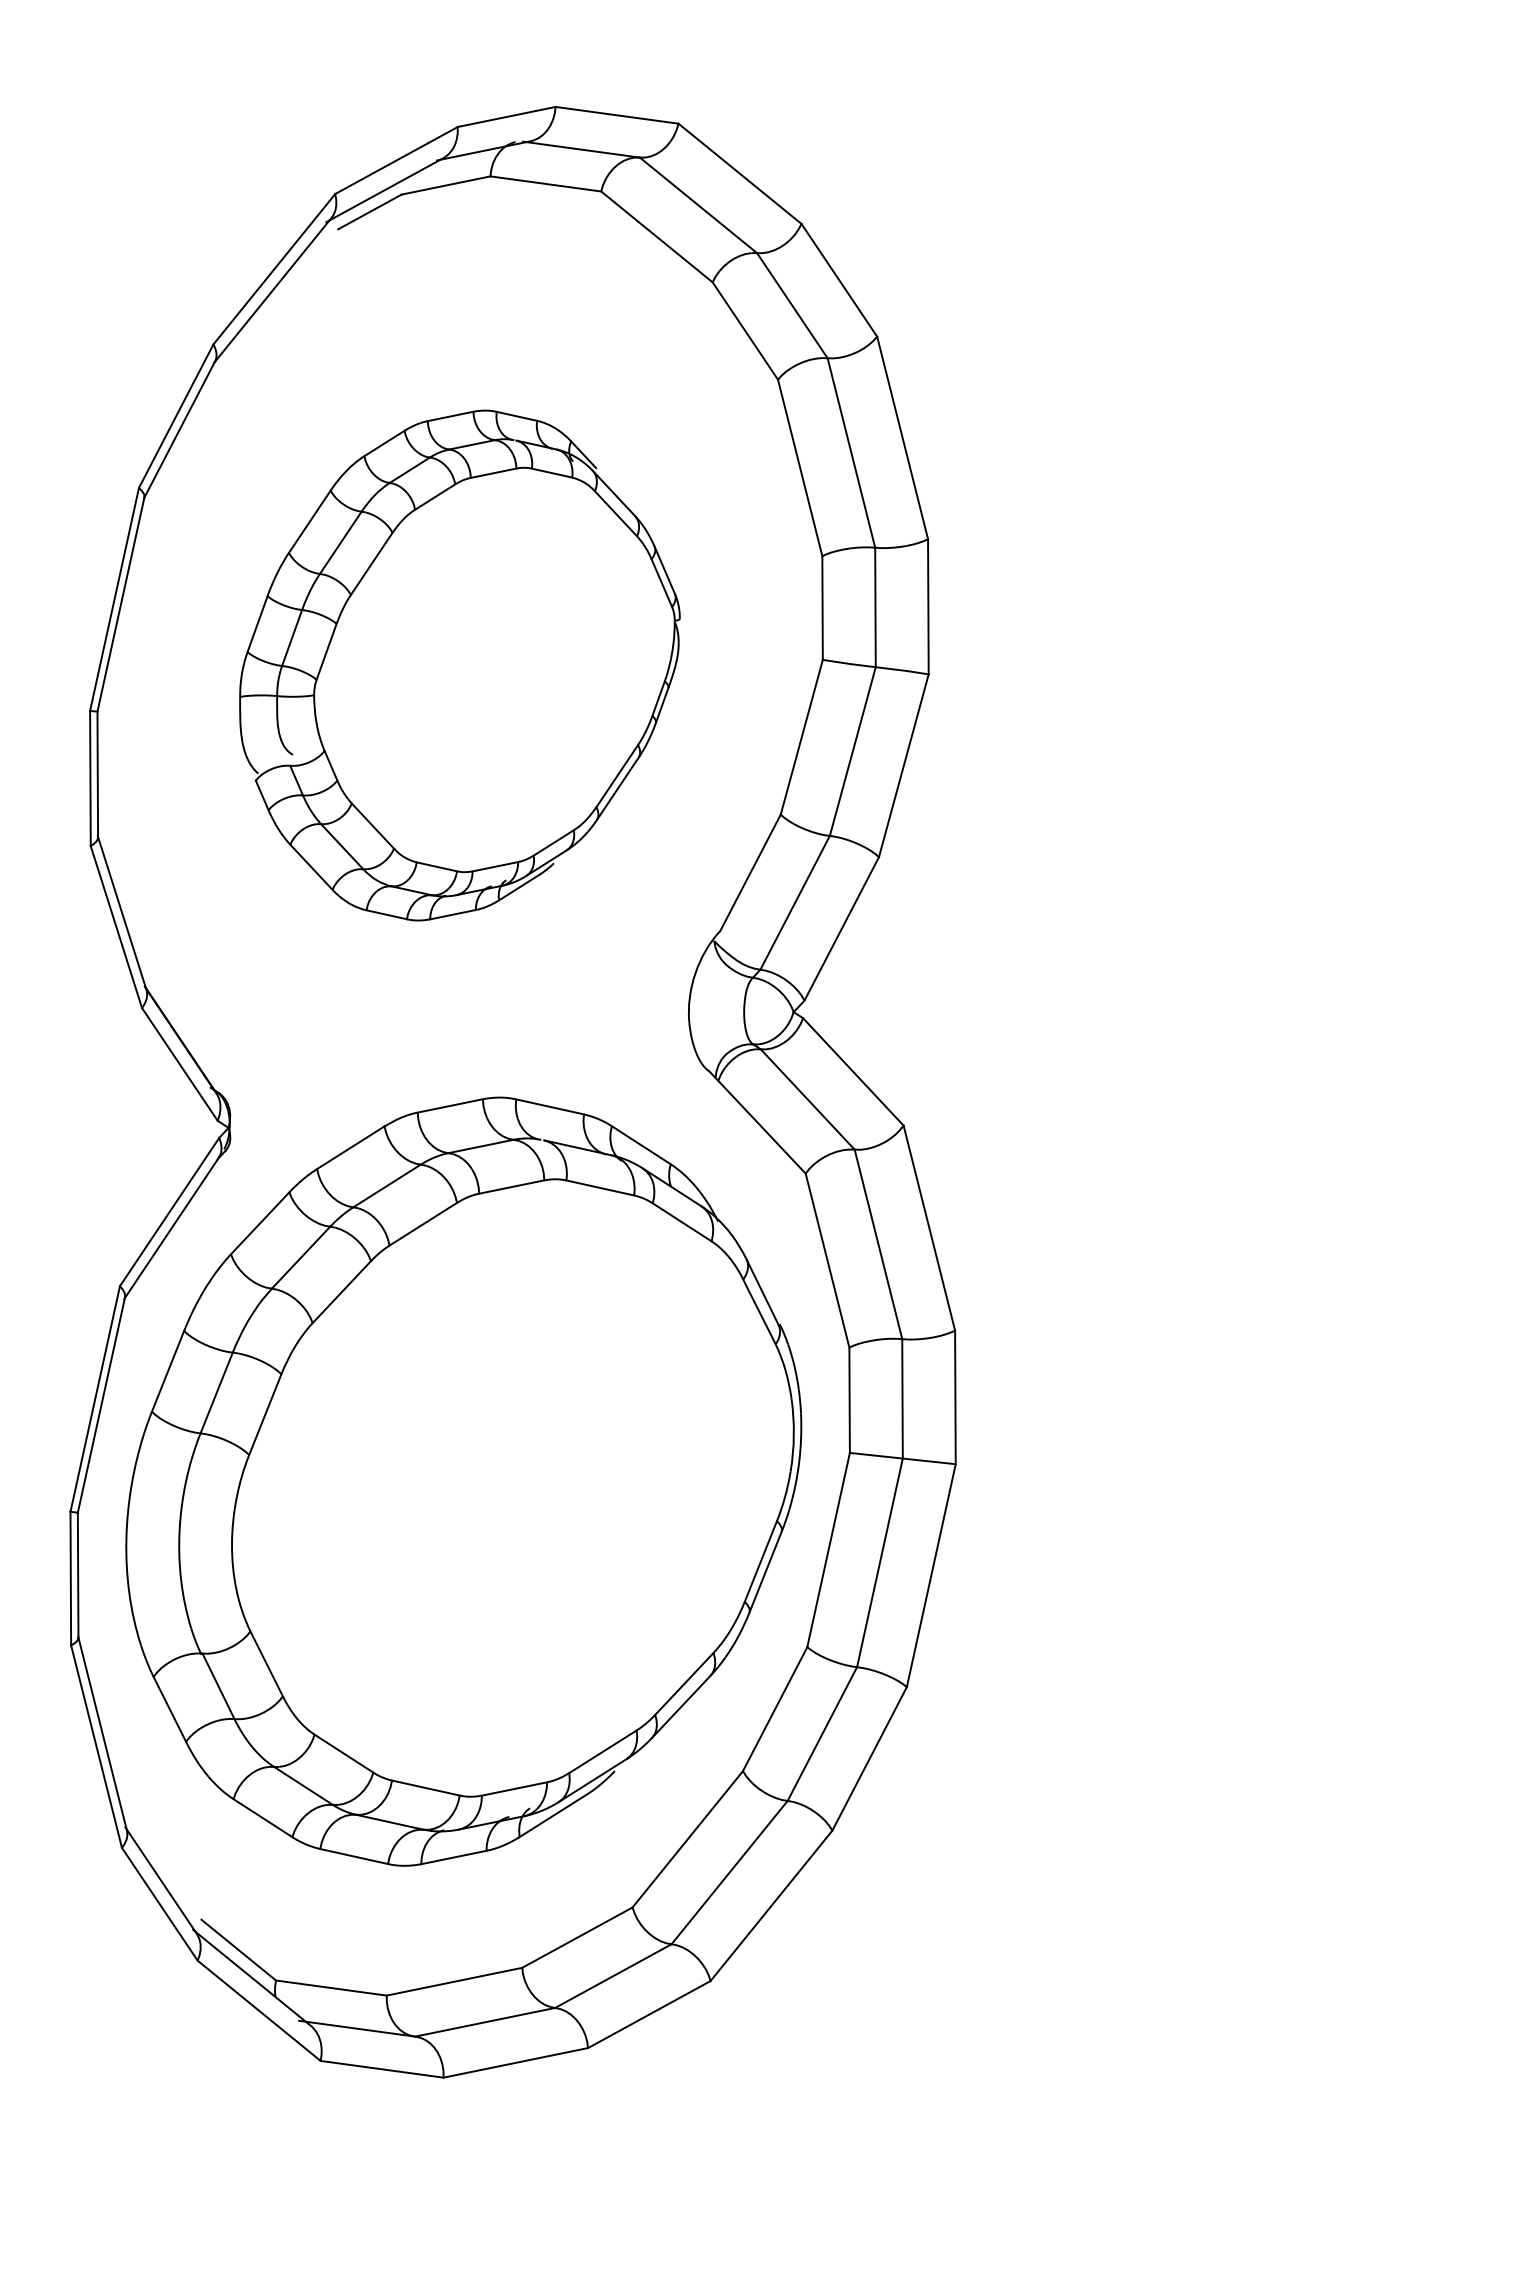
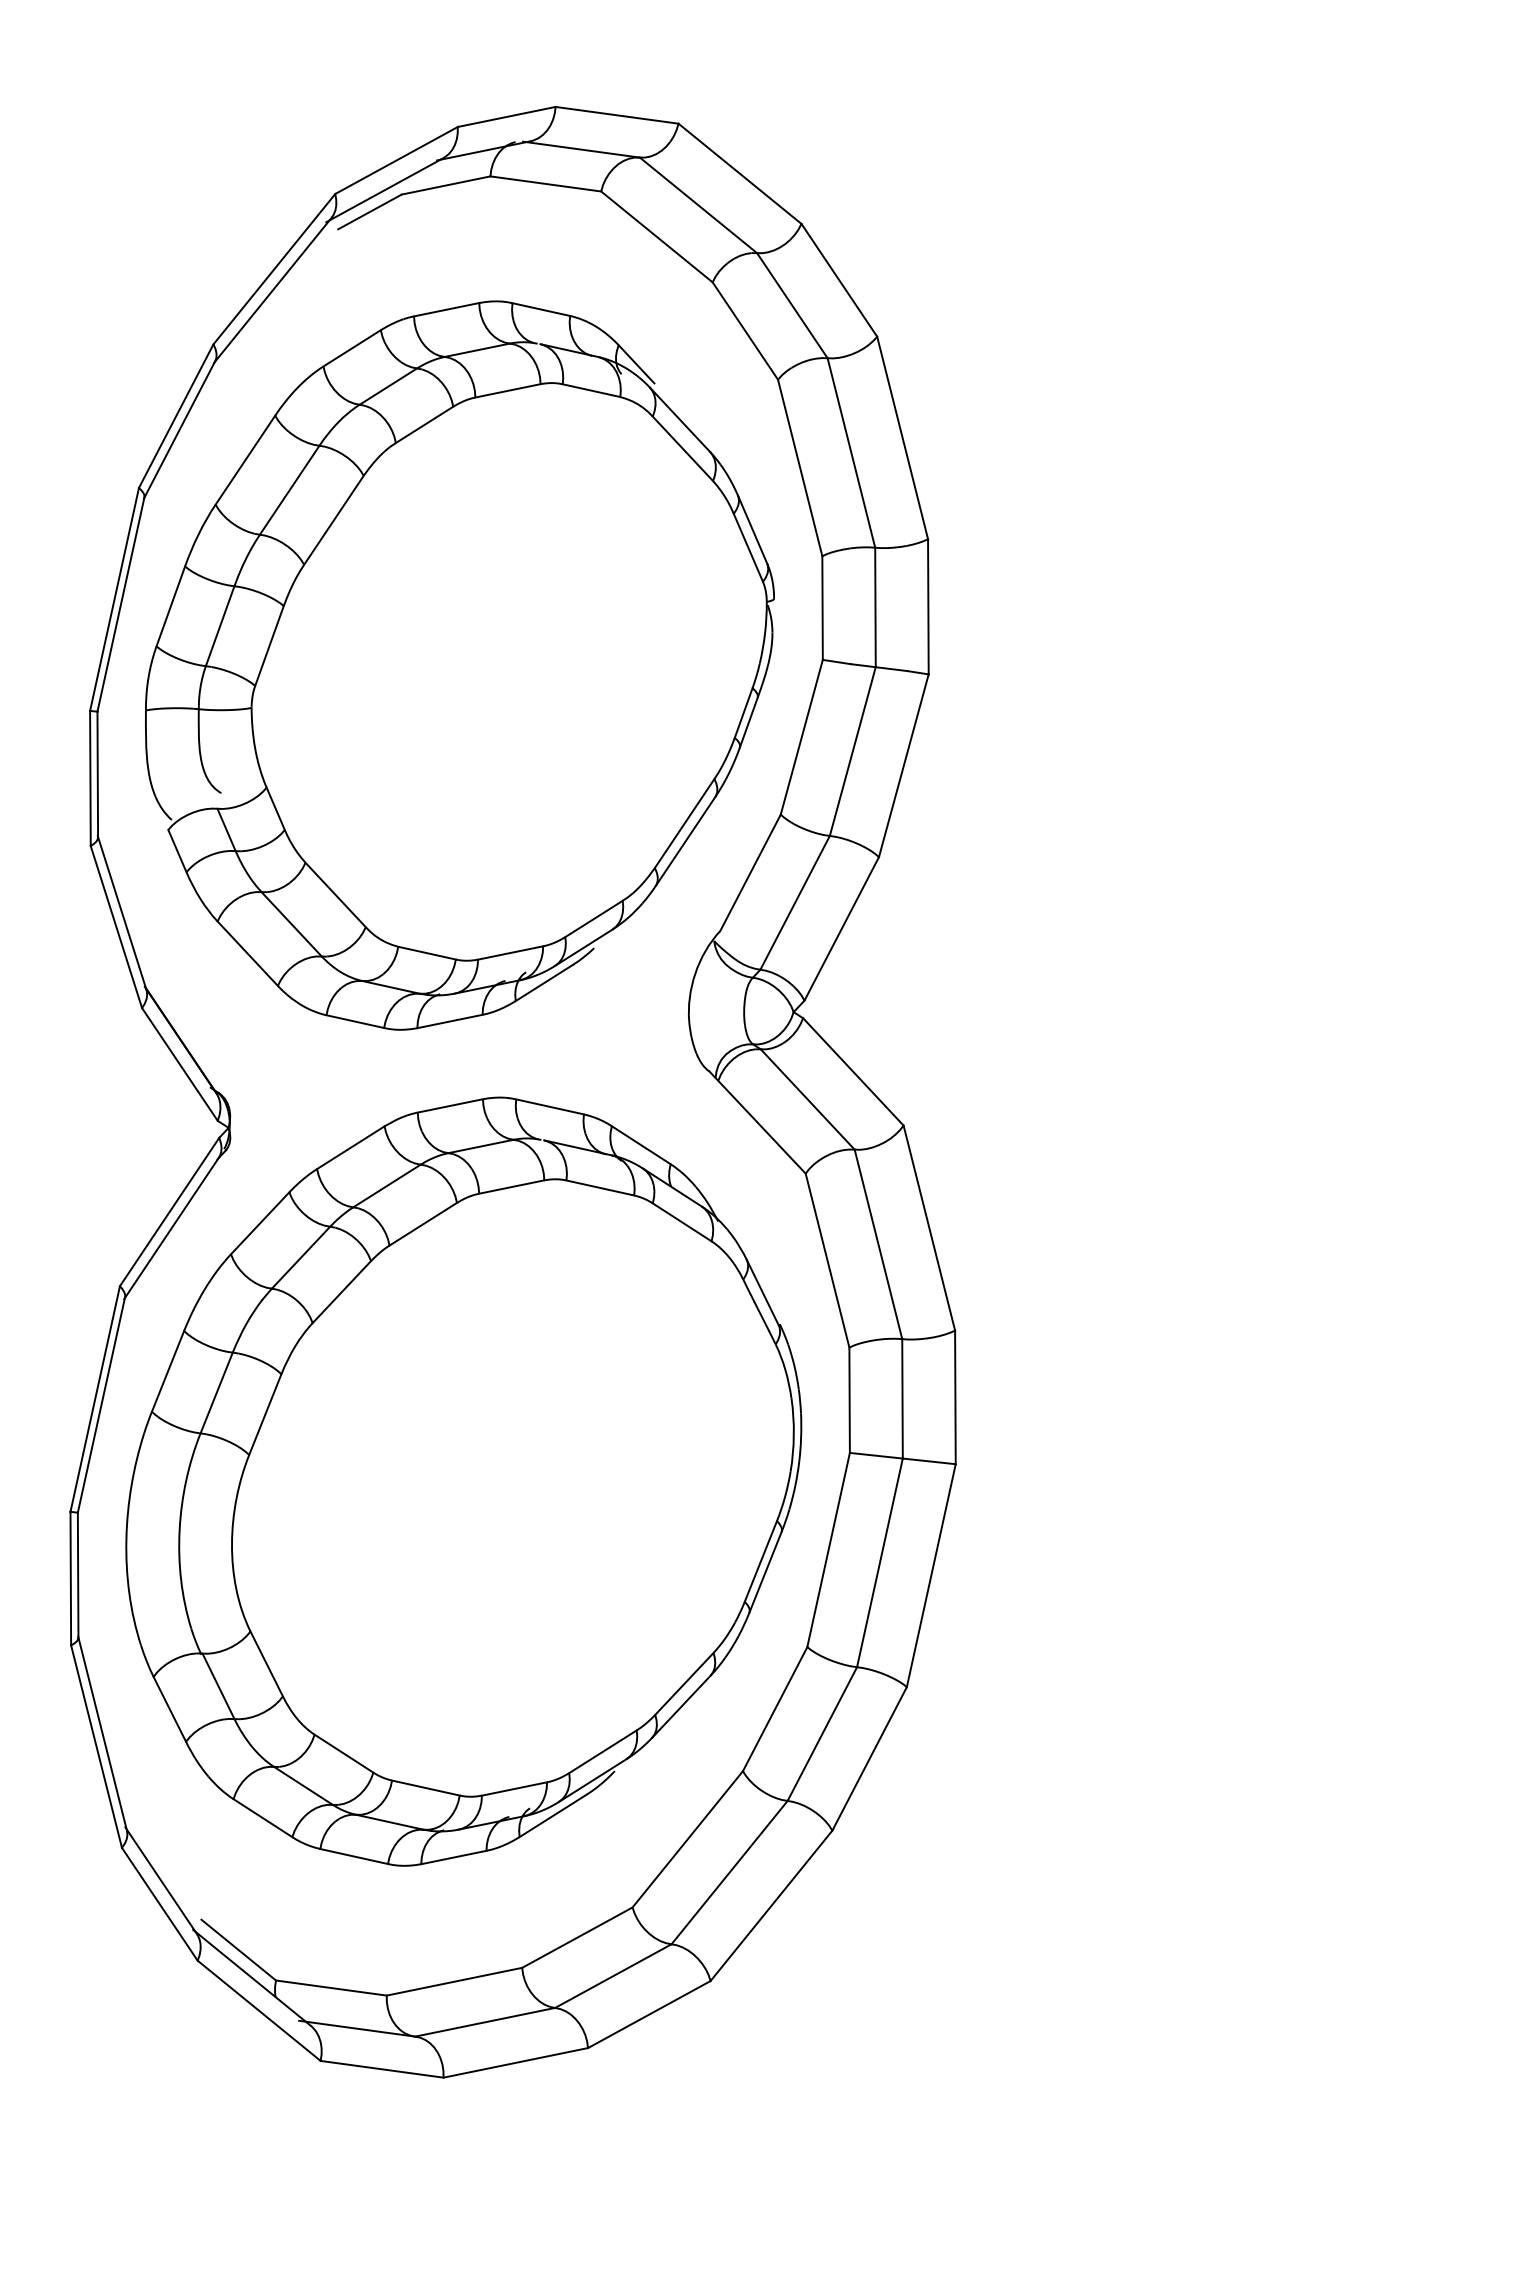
part at (459, 665) size: 442x513 px -> 630x731 px
